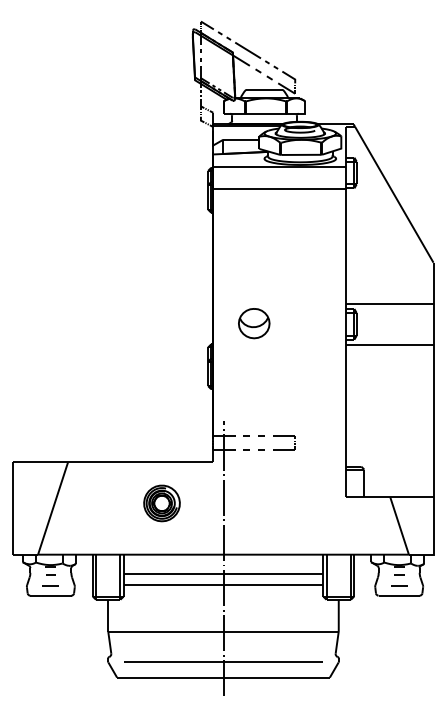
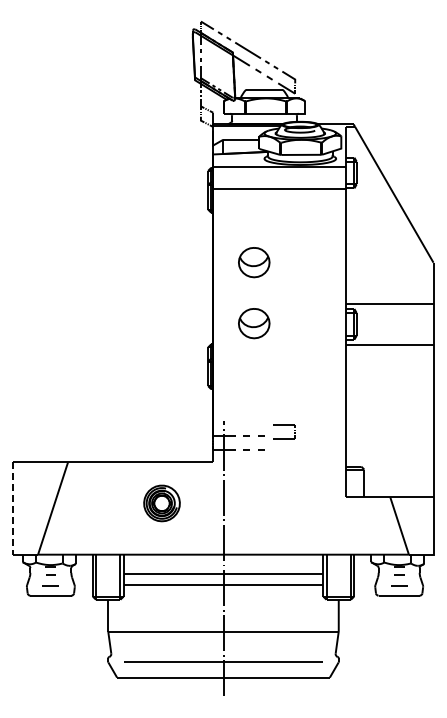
part at (254, 262): none -> present
part at (284, 442) position: (284, 442) -> (284, 431)
line at (13, 509): solid -> dashed
